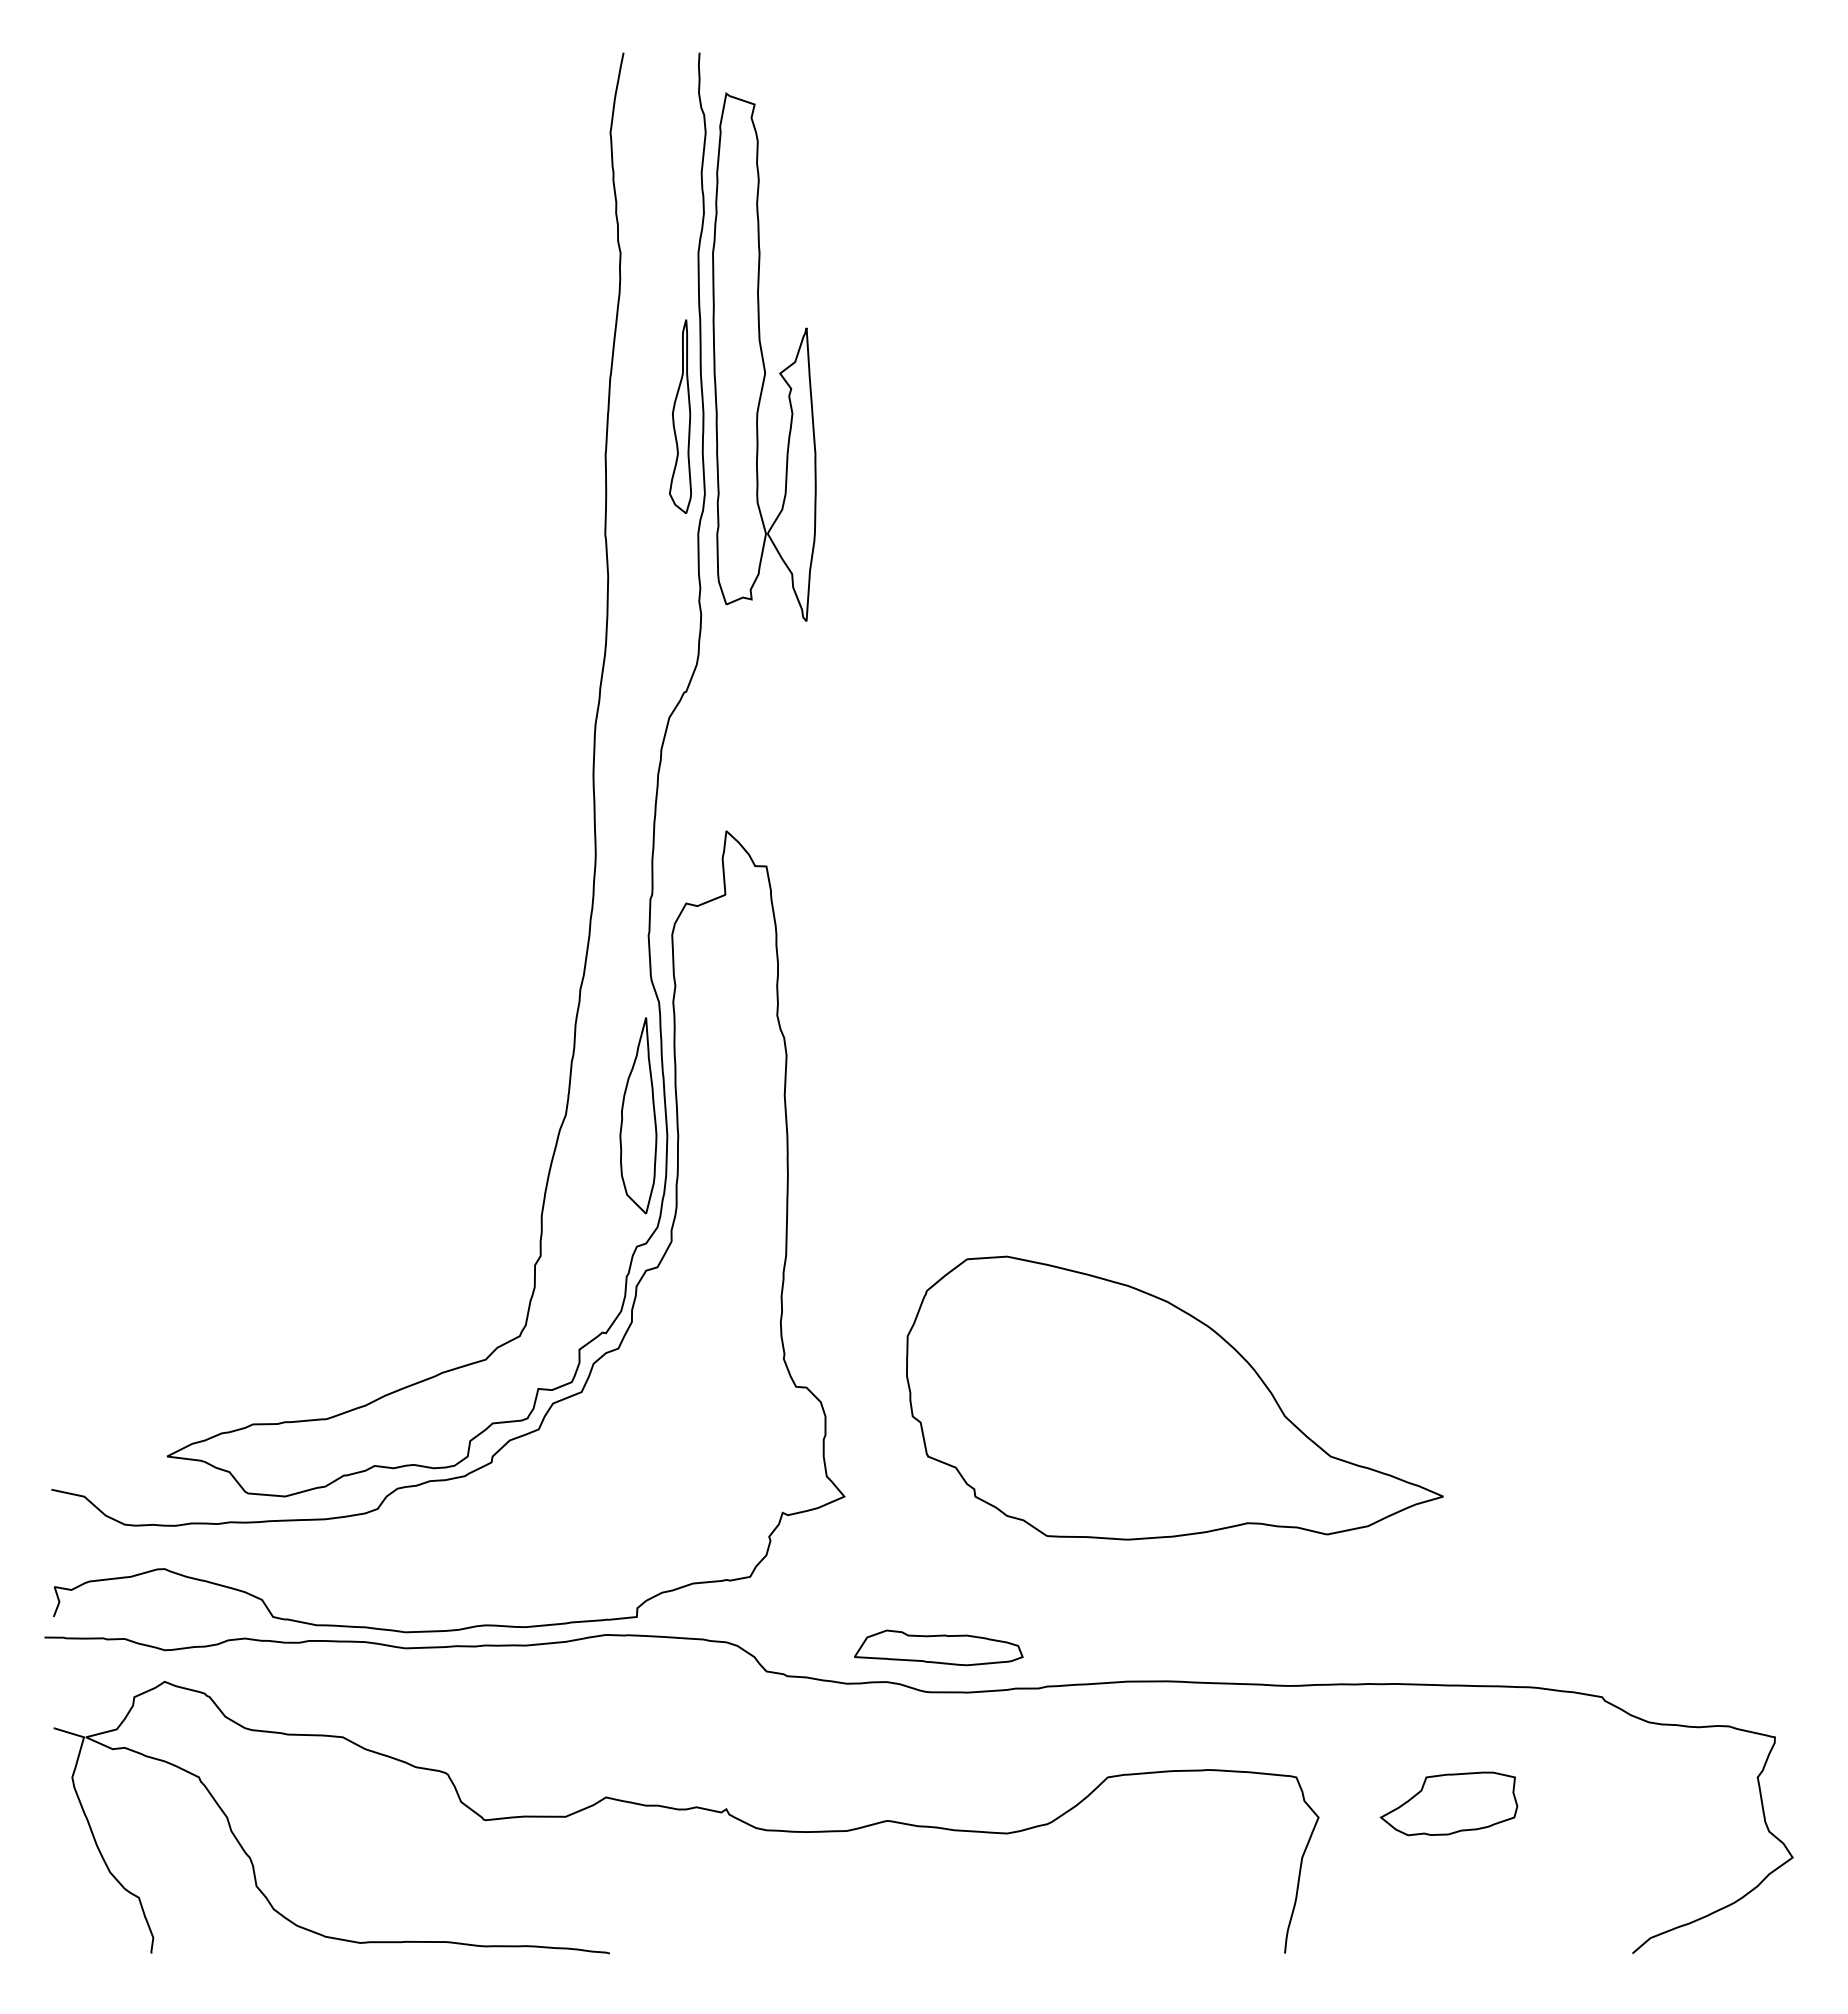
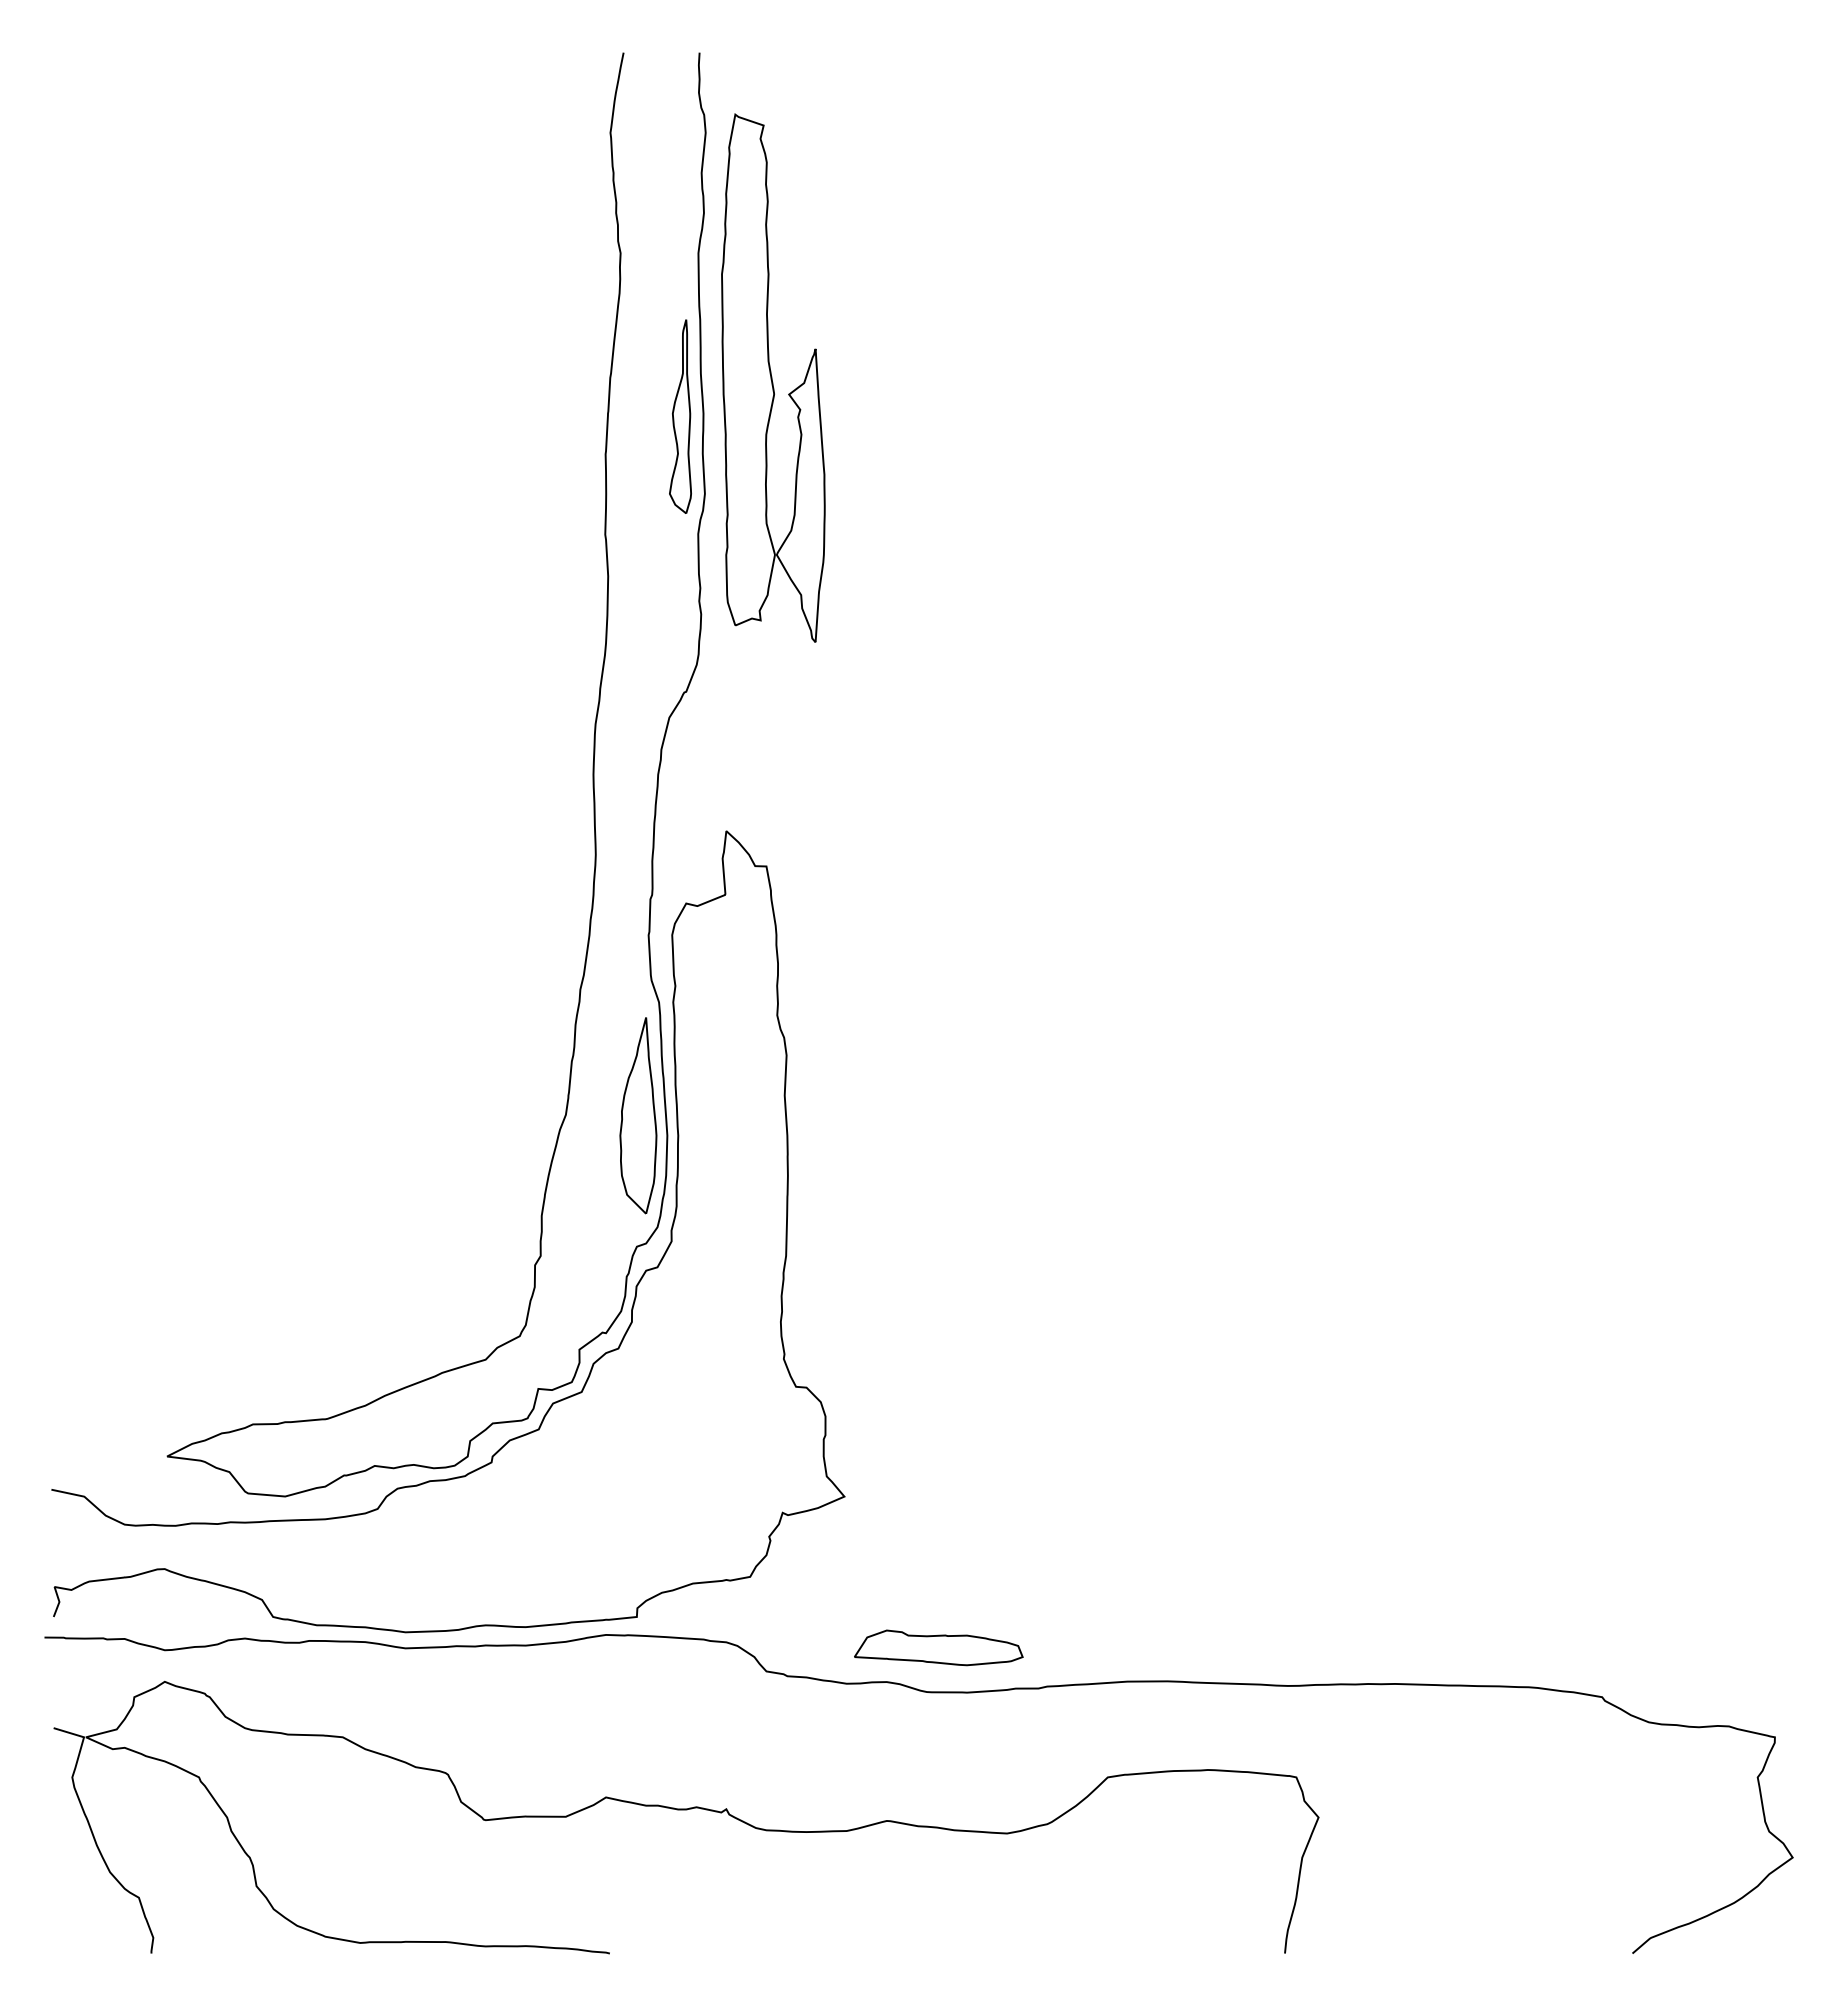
part at (764, 356) position: (764, 356) -> (773, 377)
part at (1174, 1397): present -> none
part at (1448, 1803): present -> none
